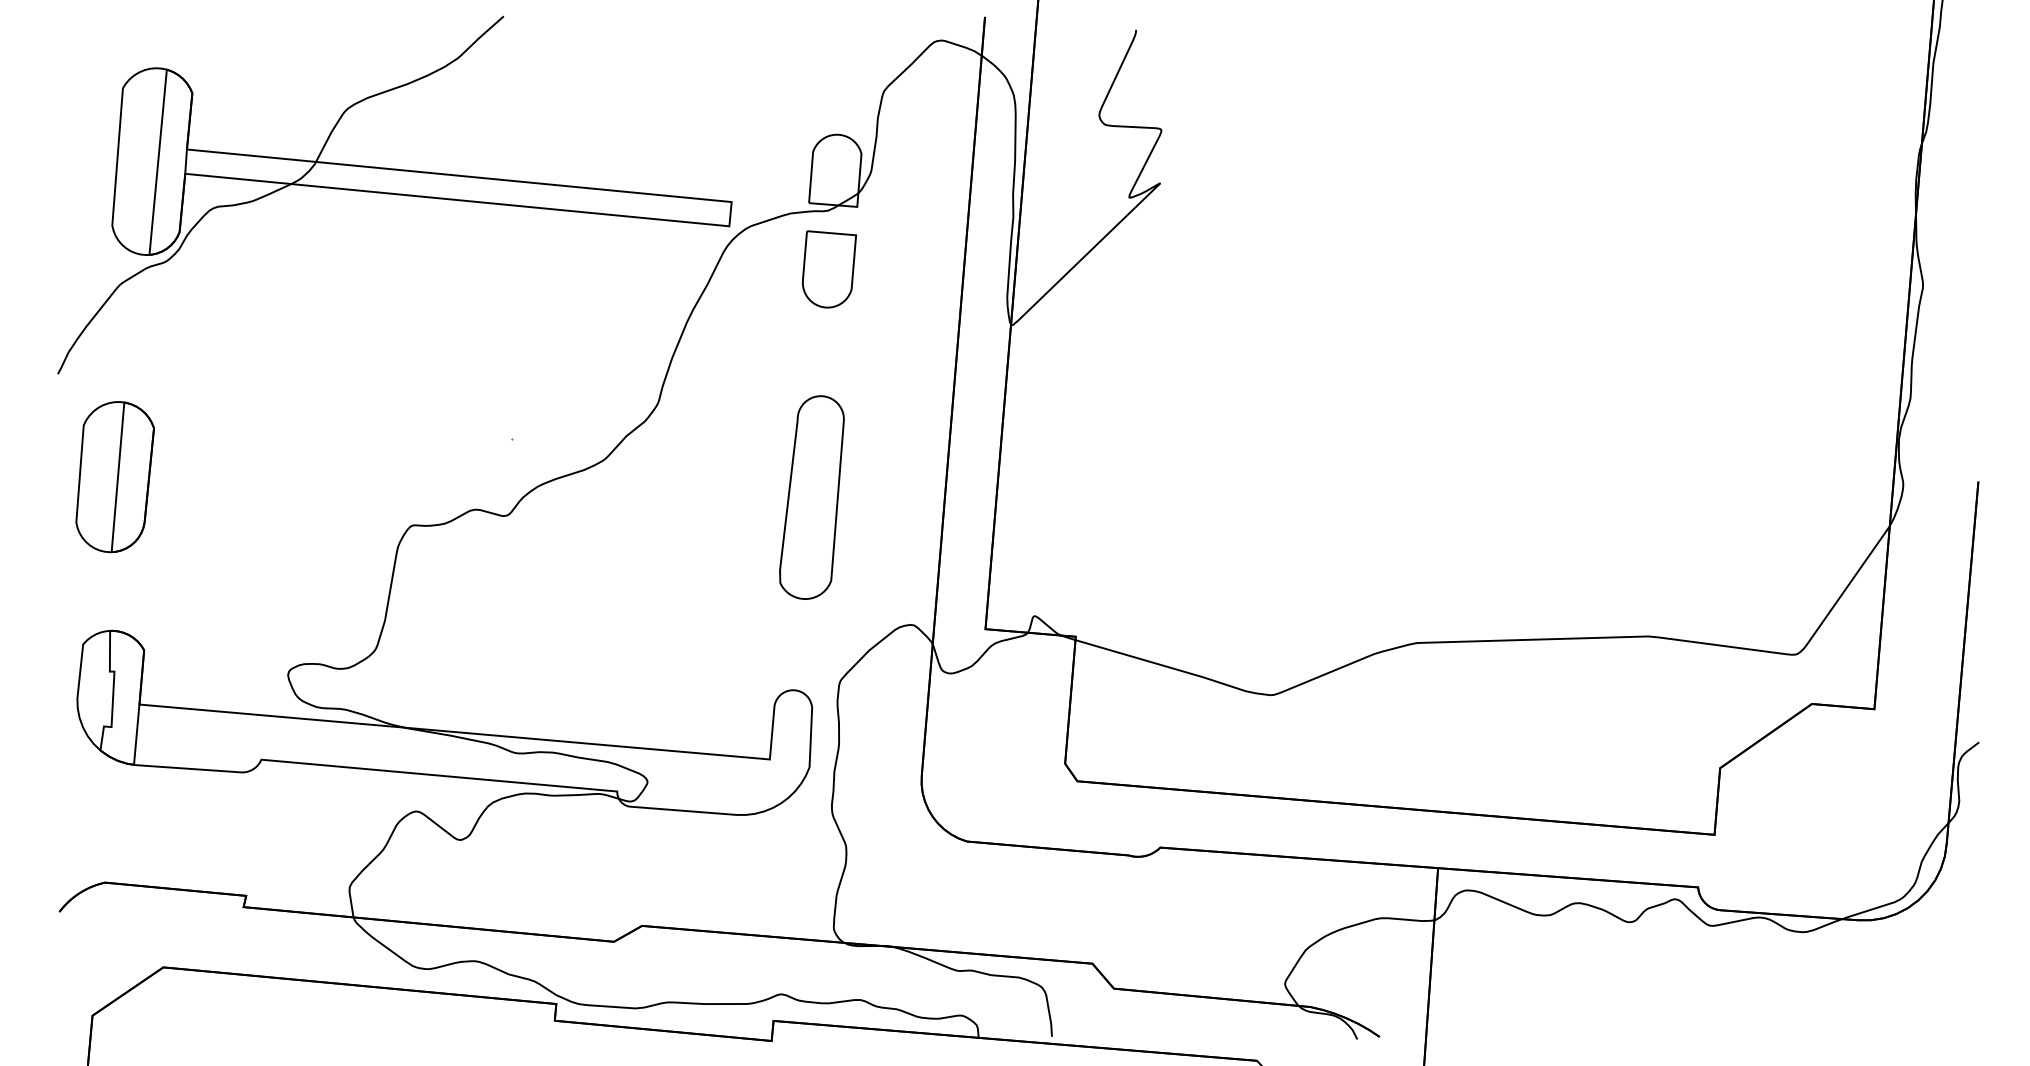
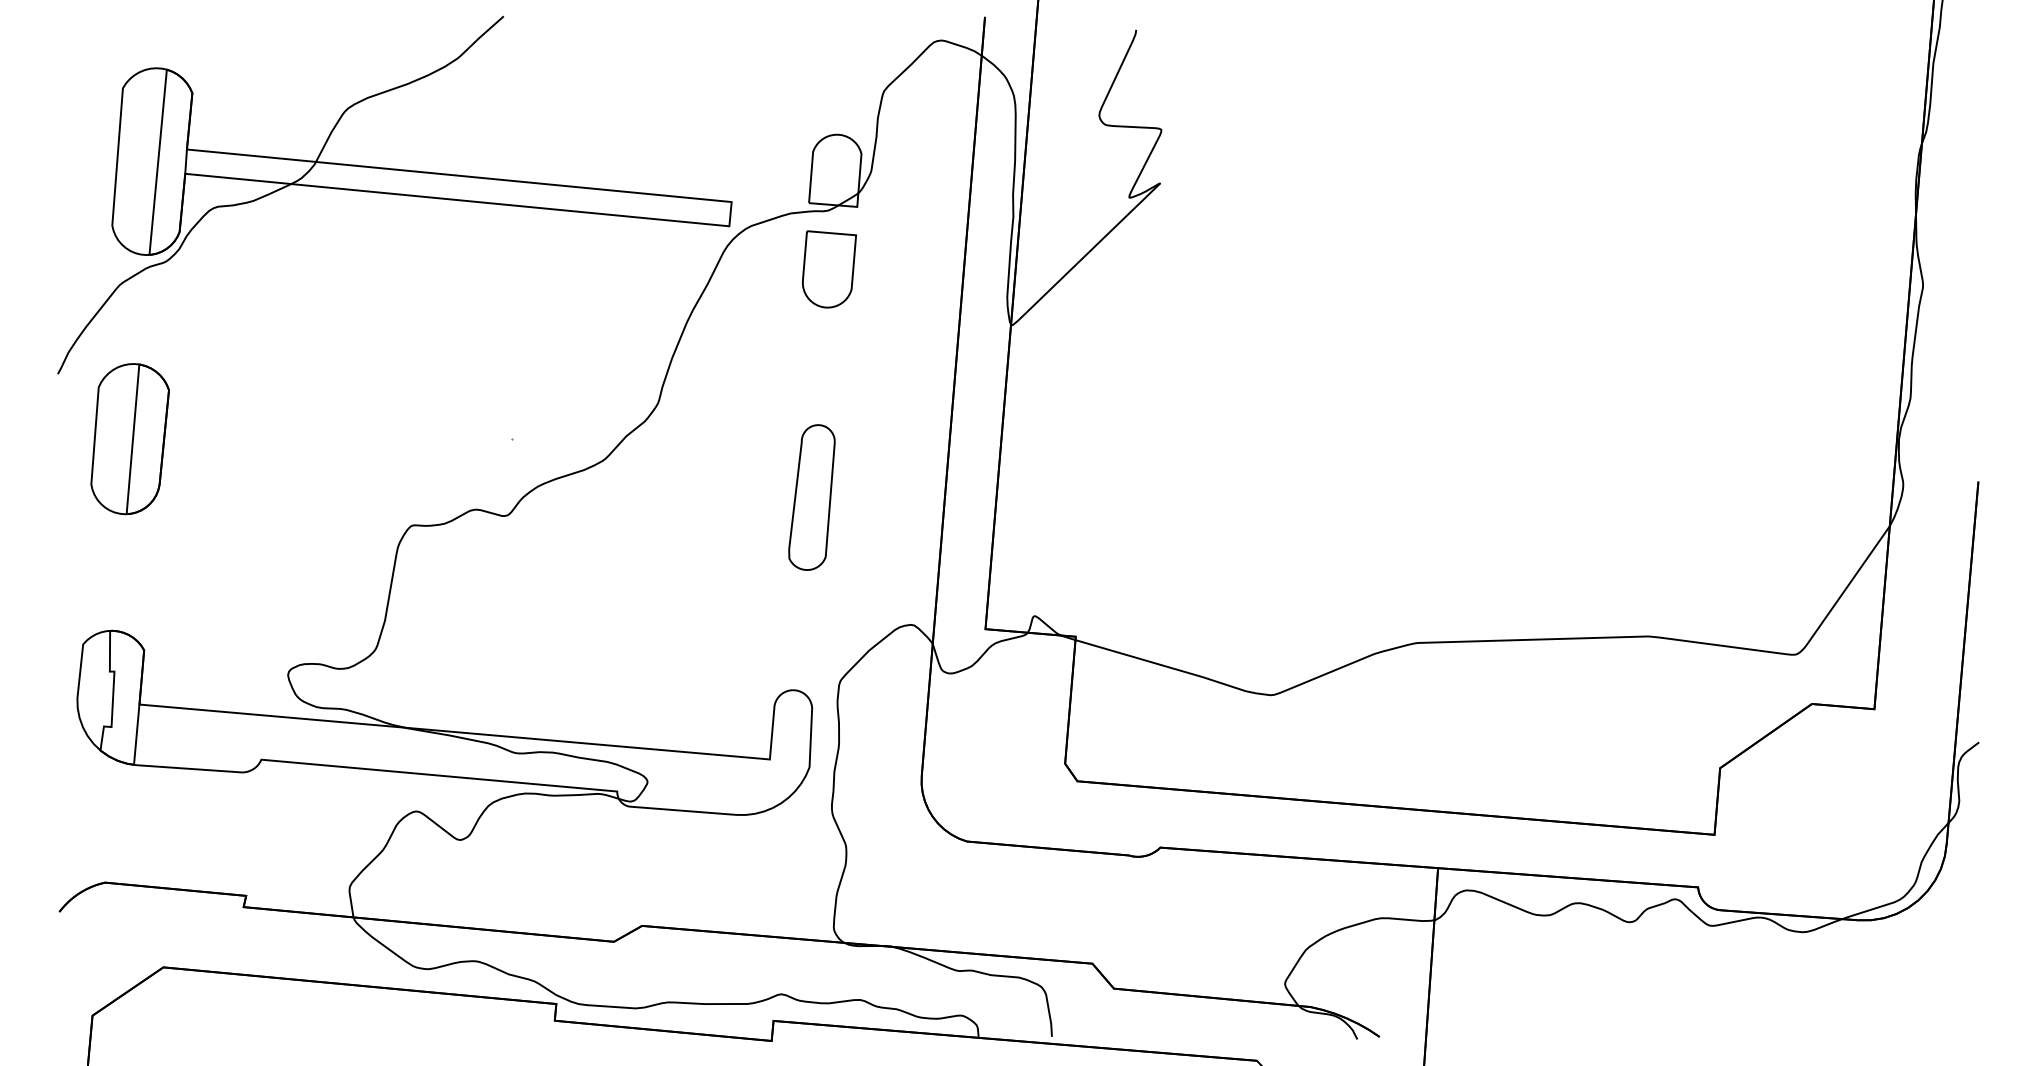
part at (114, 477) position: (114, 477) -> (129, 439)
part at (811, 497) size: 66x205 px -> 48x147 px
